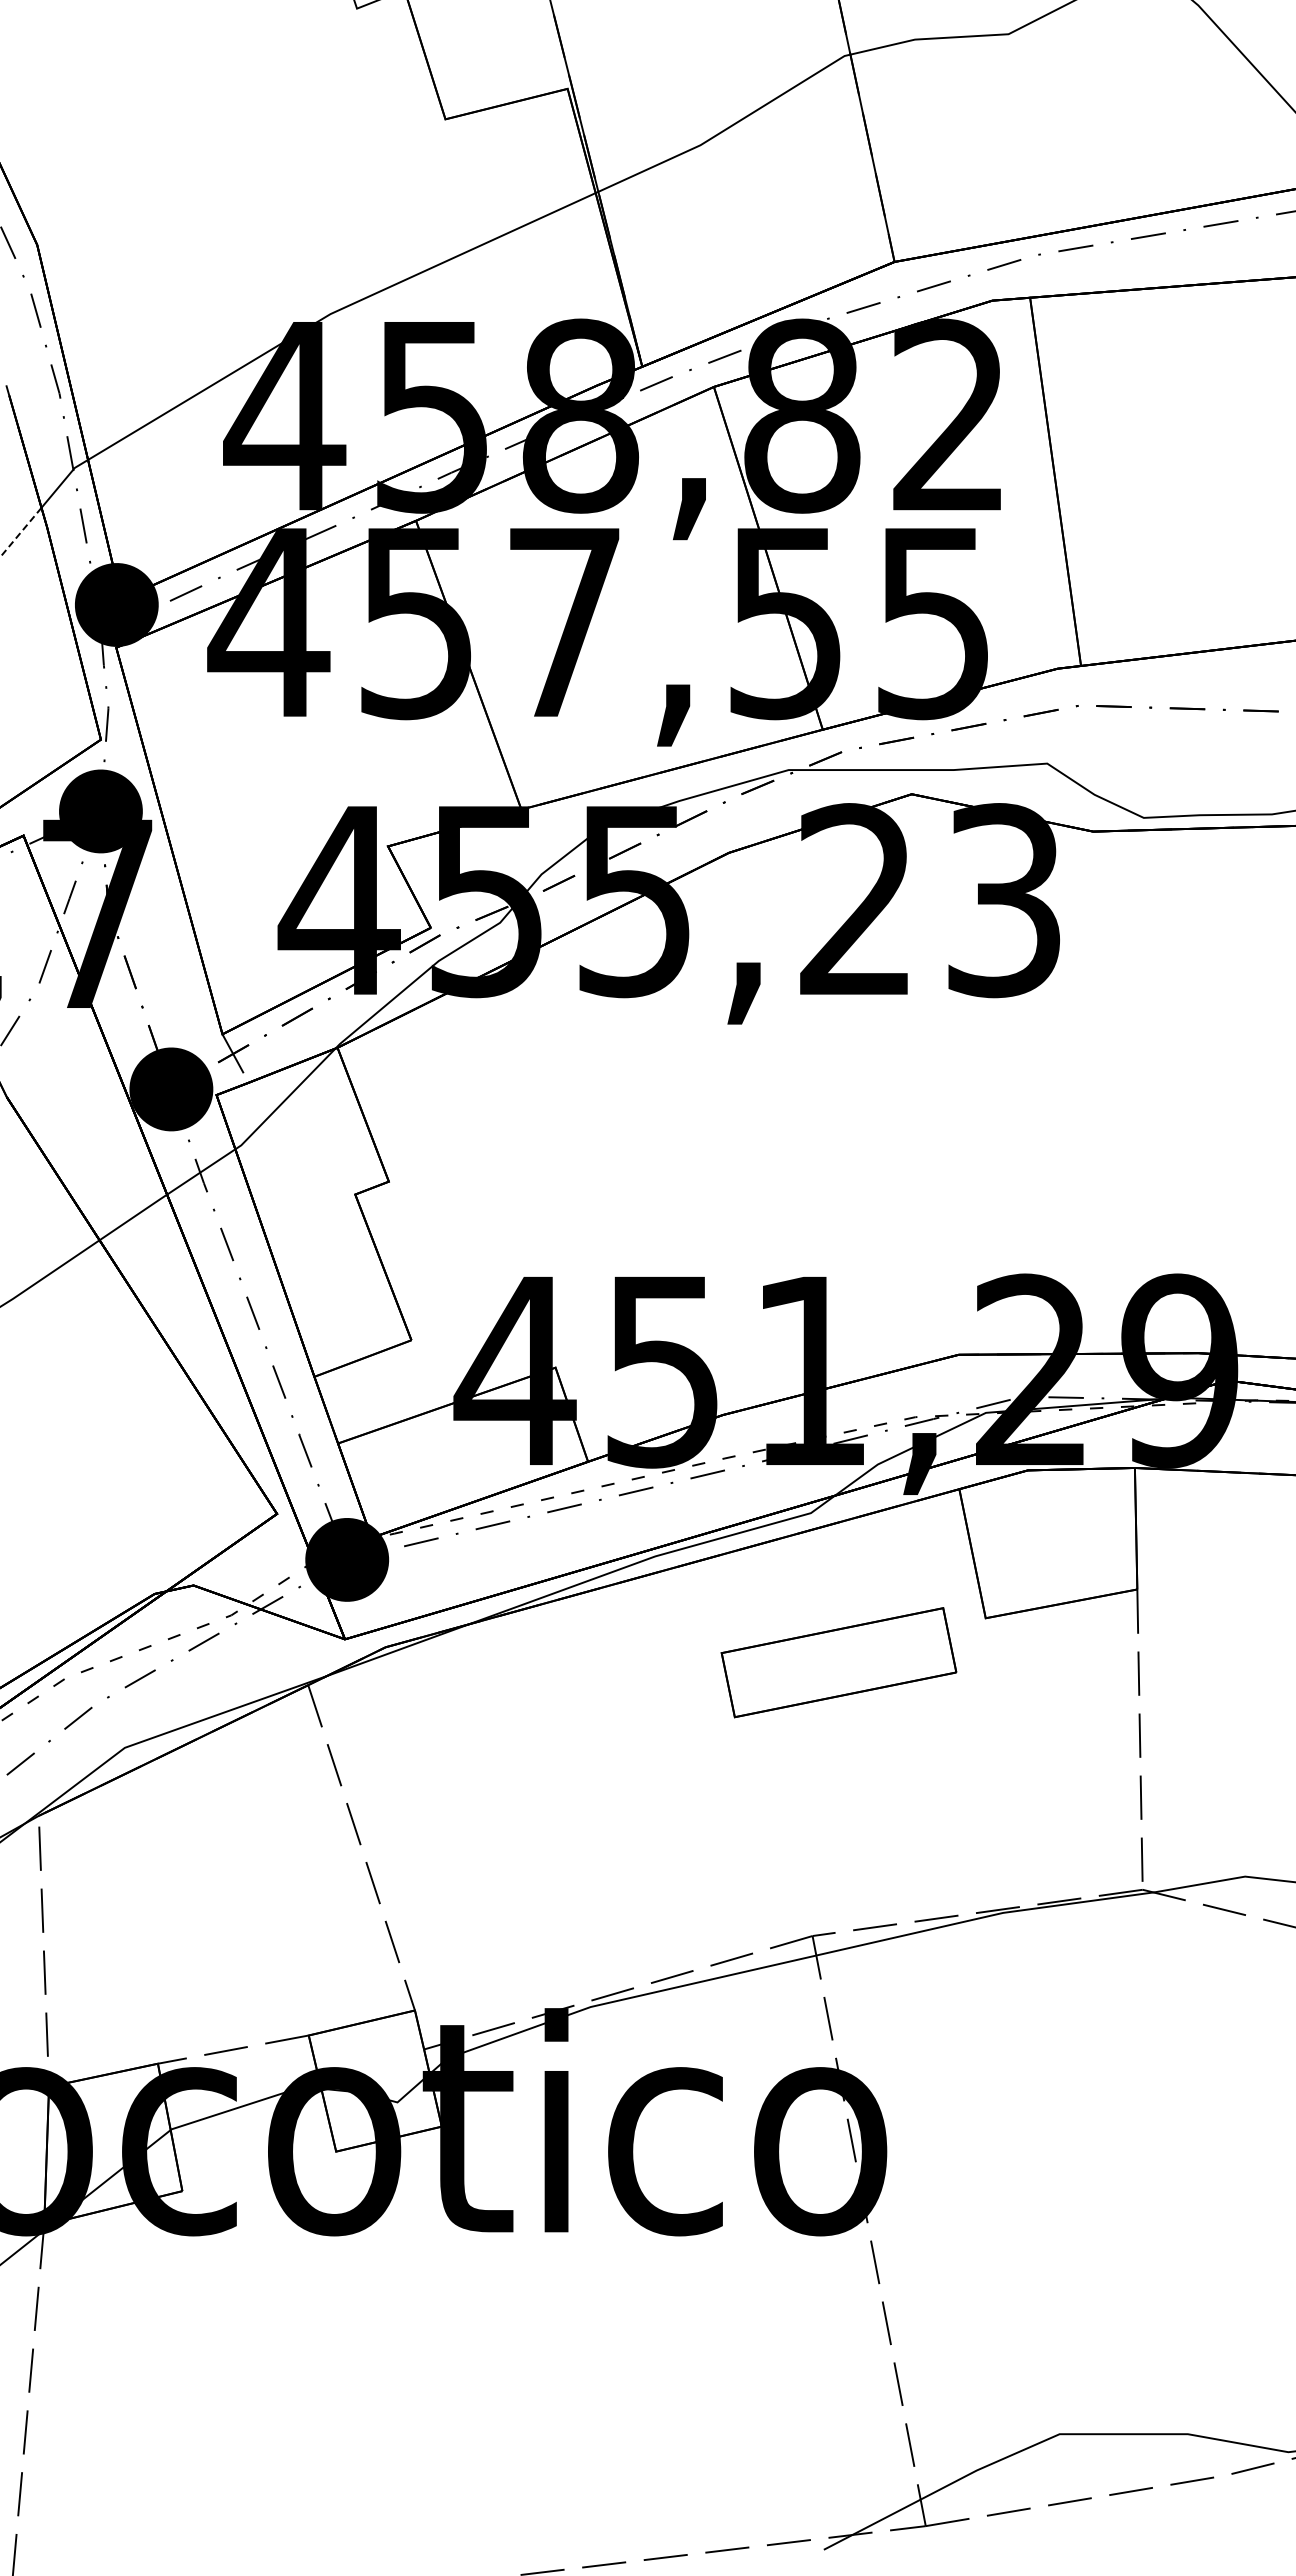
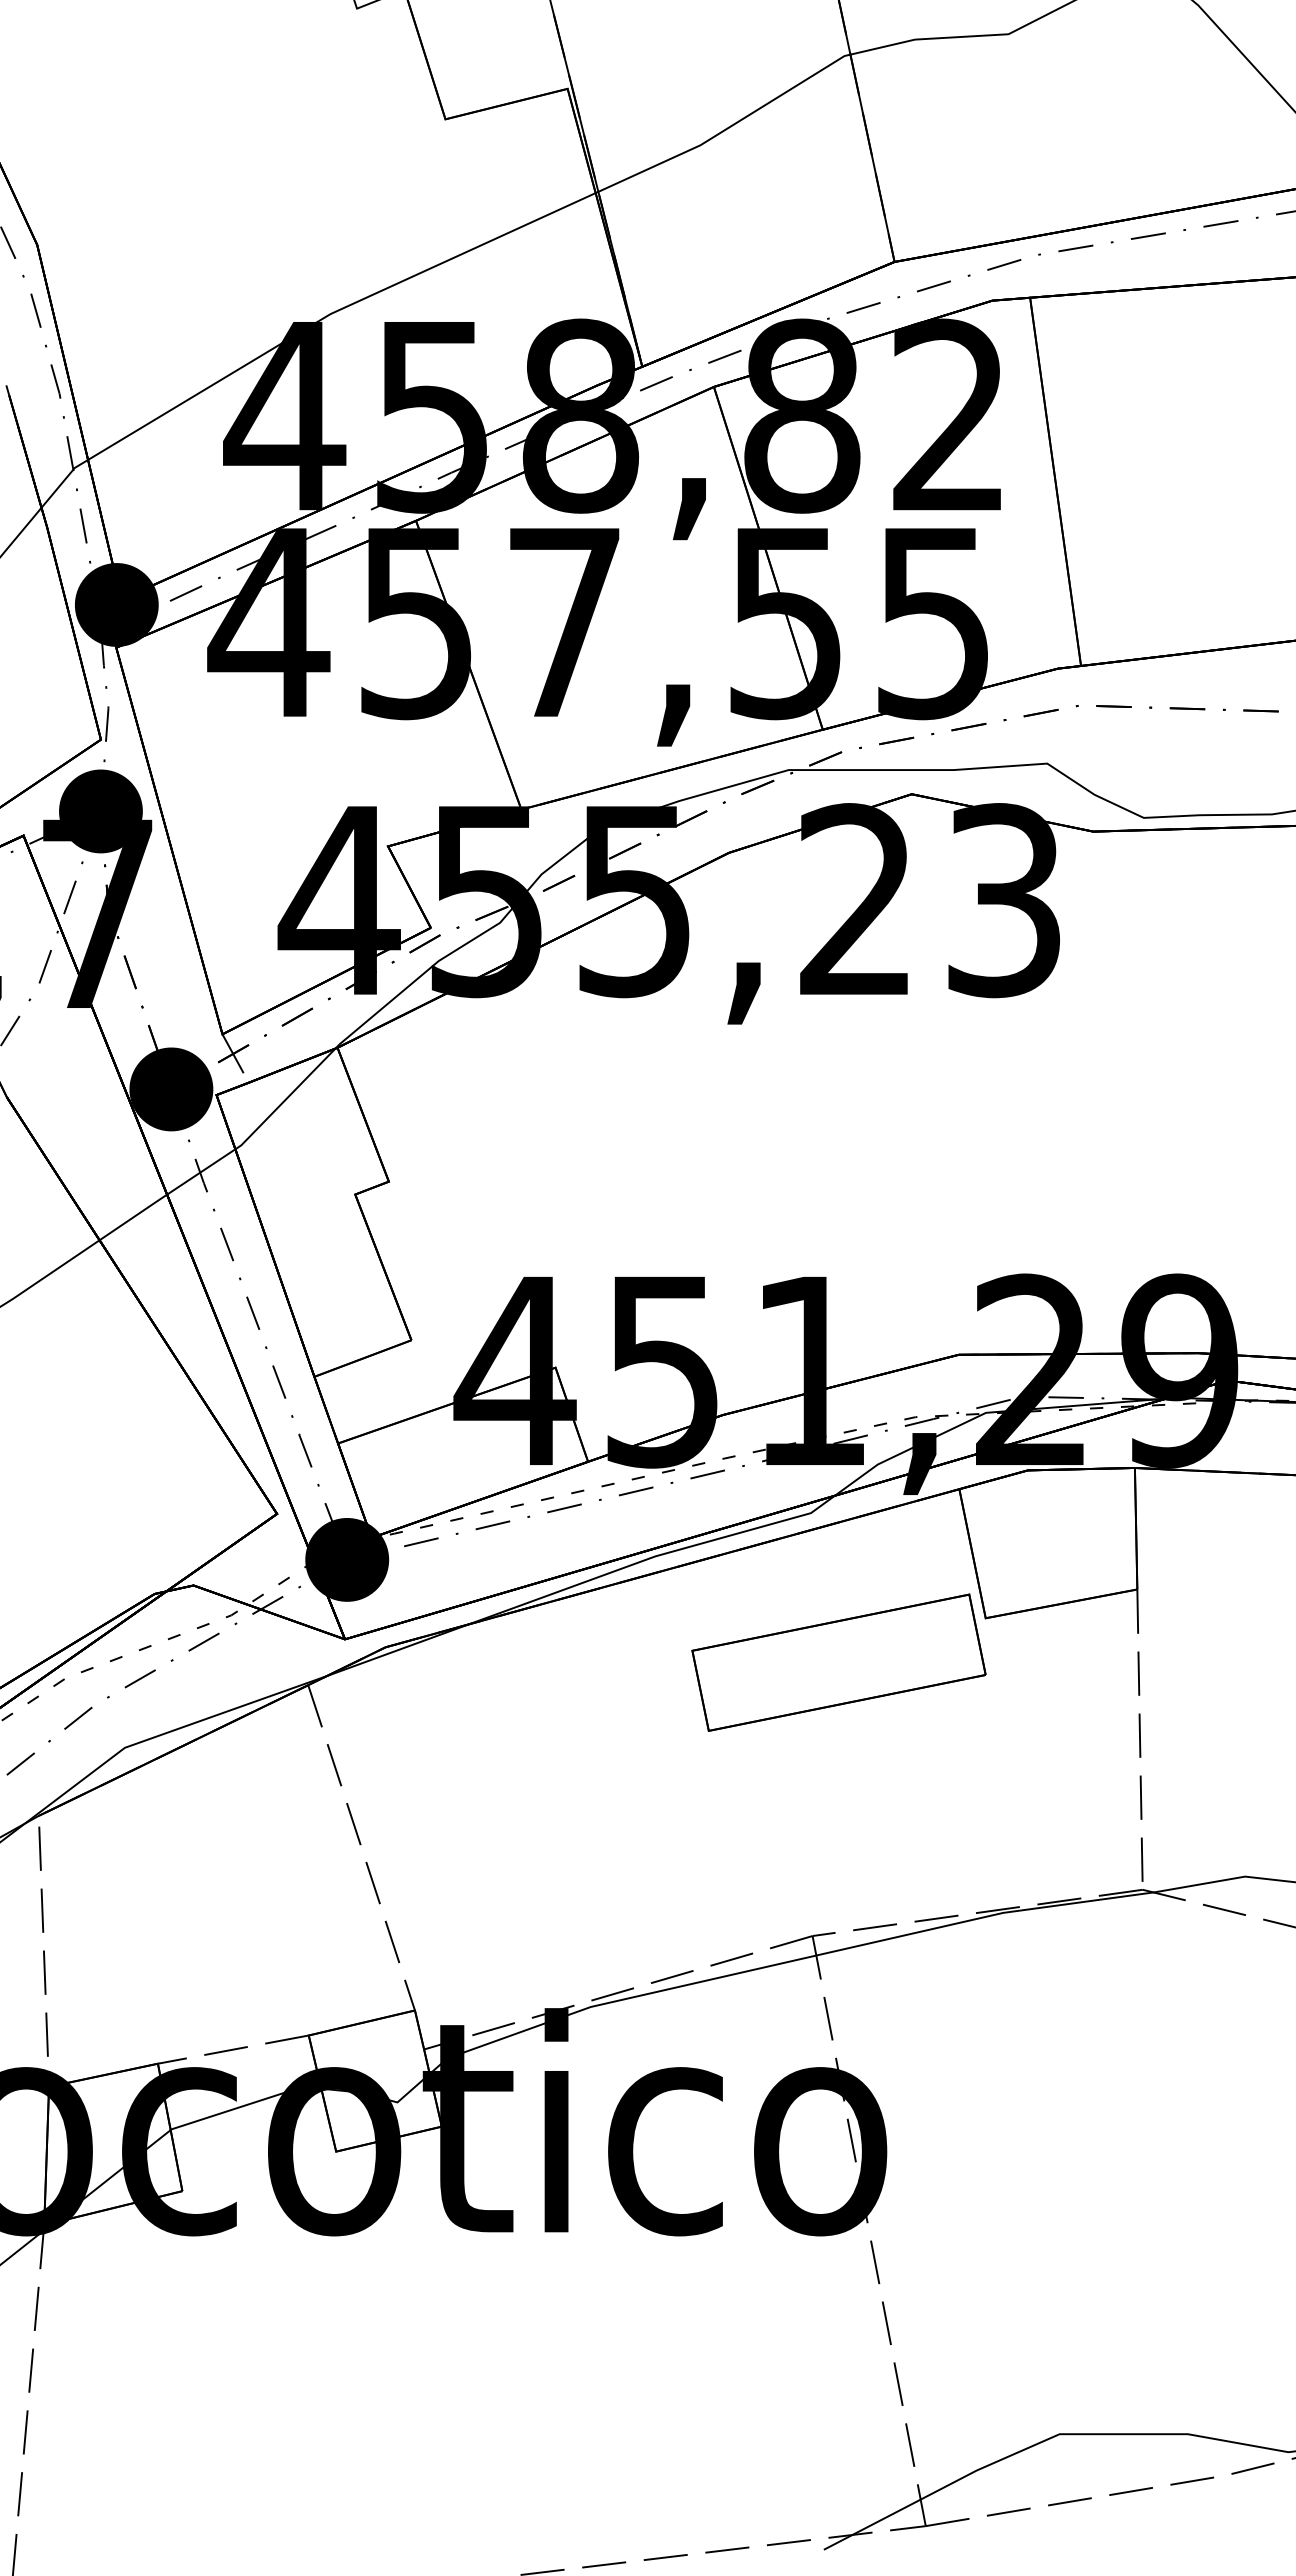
line at (21, 532): dashed -> solid
part at (838, 1662) size: 238x112 px -> 296x139 px
